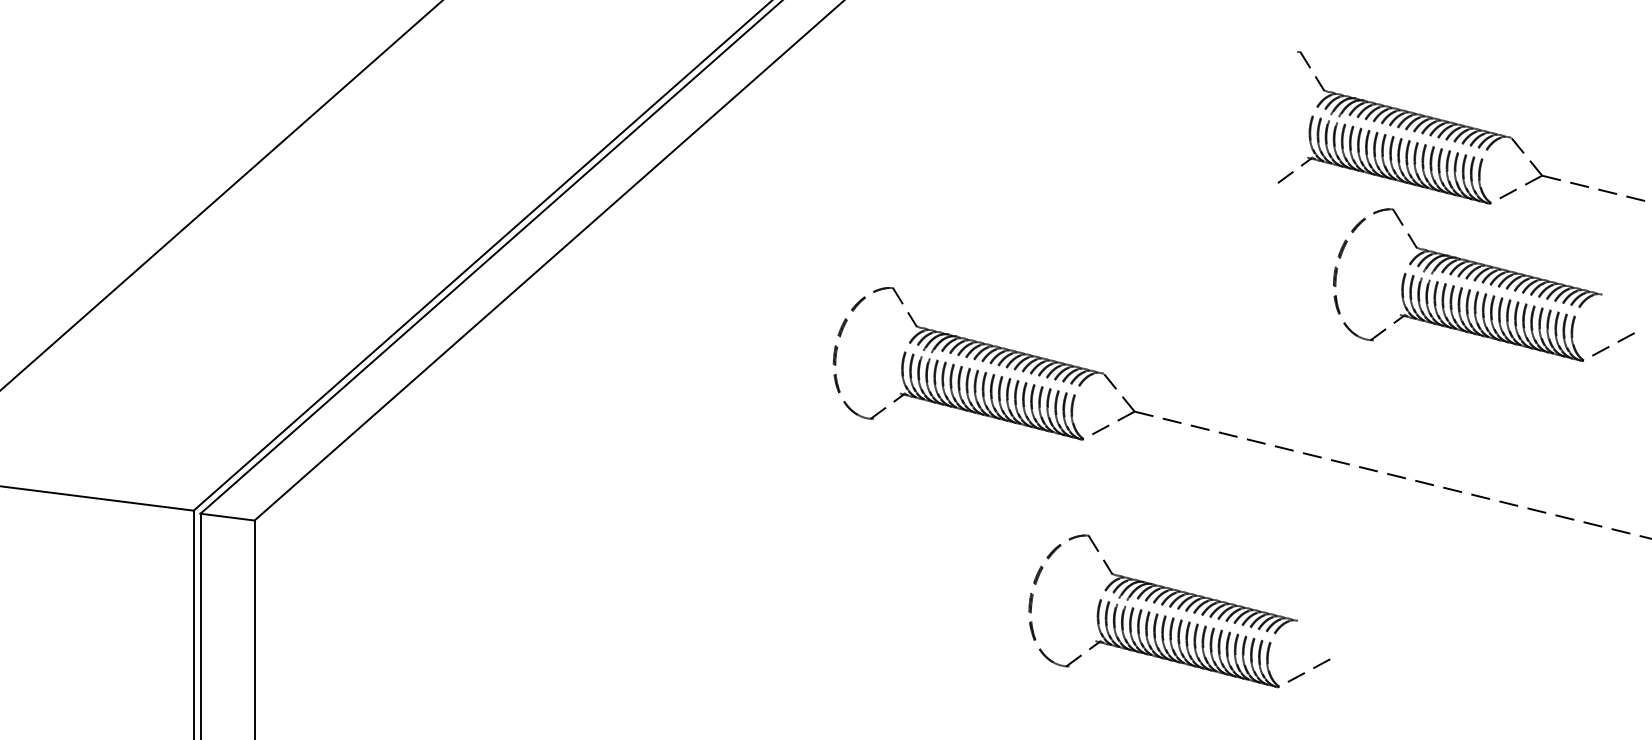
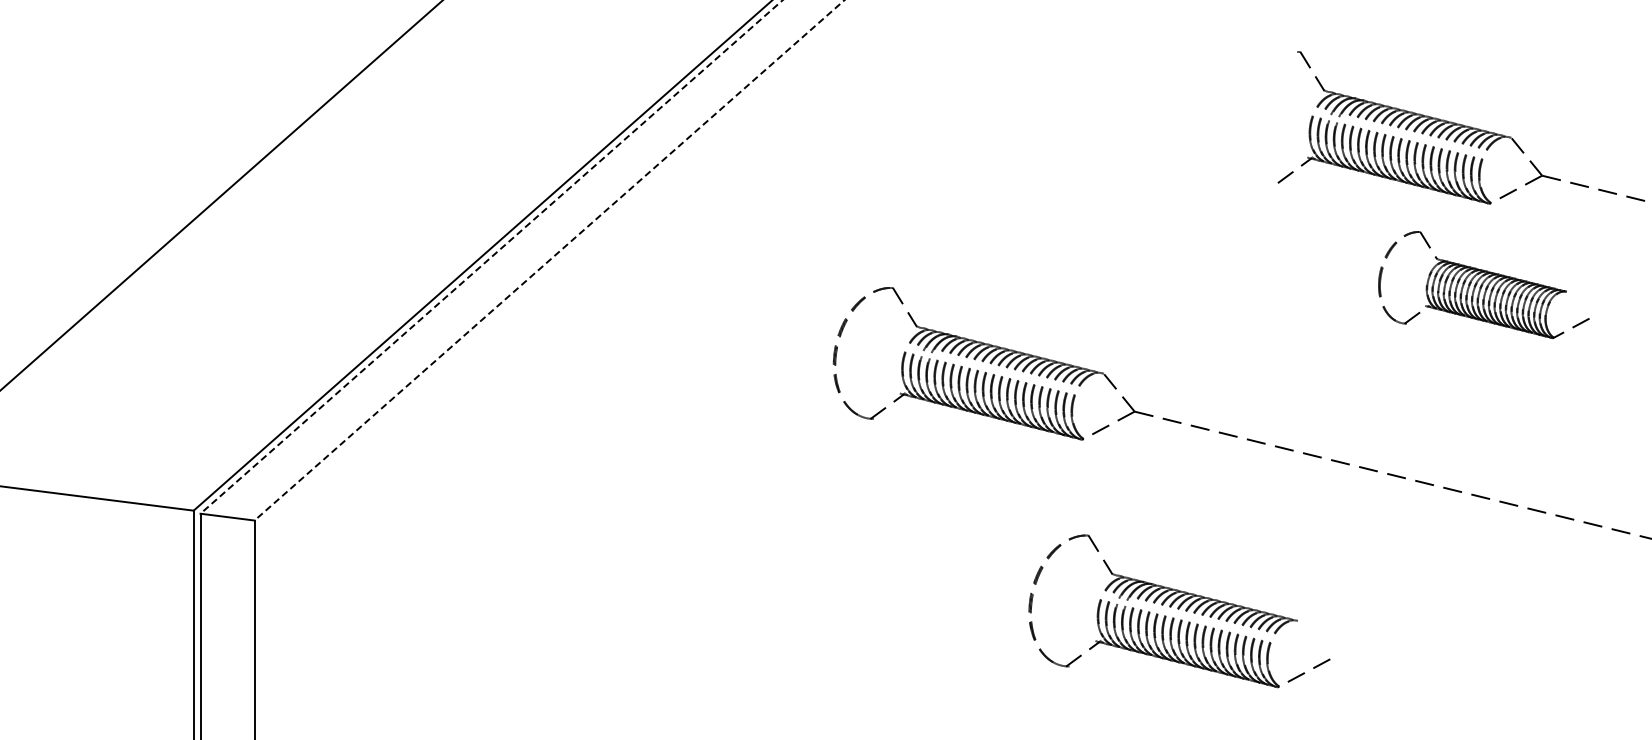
line at (491, 257): solid -> dashed
line at (549, 260): solid -> dashed
part at (1483, 284) size: 302x154 px -> 212x109 px
